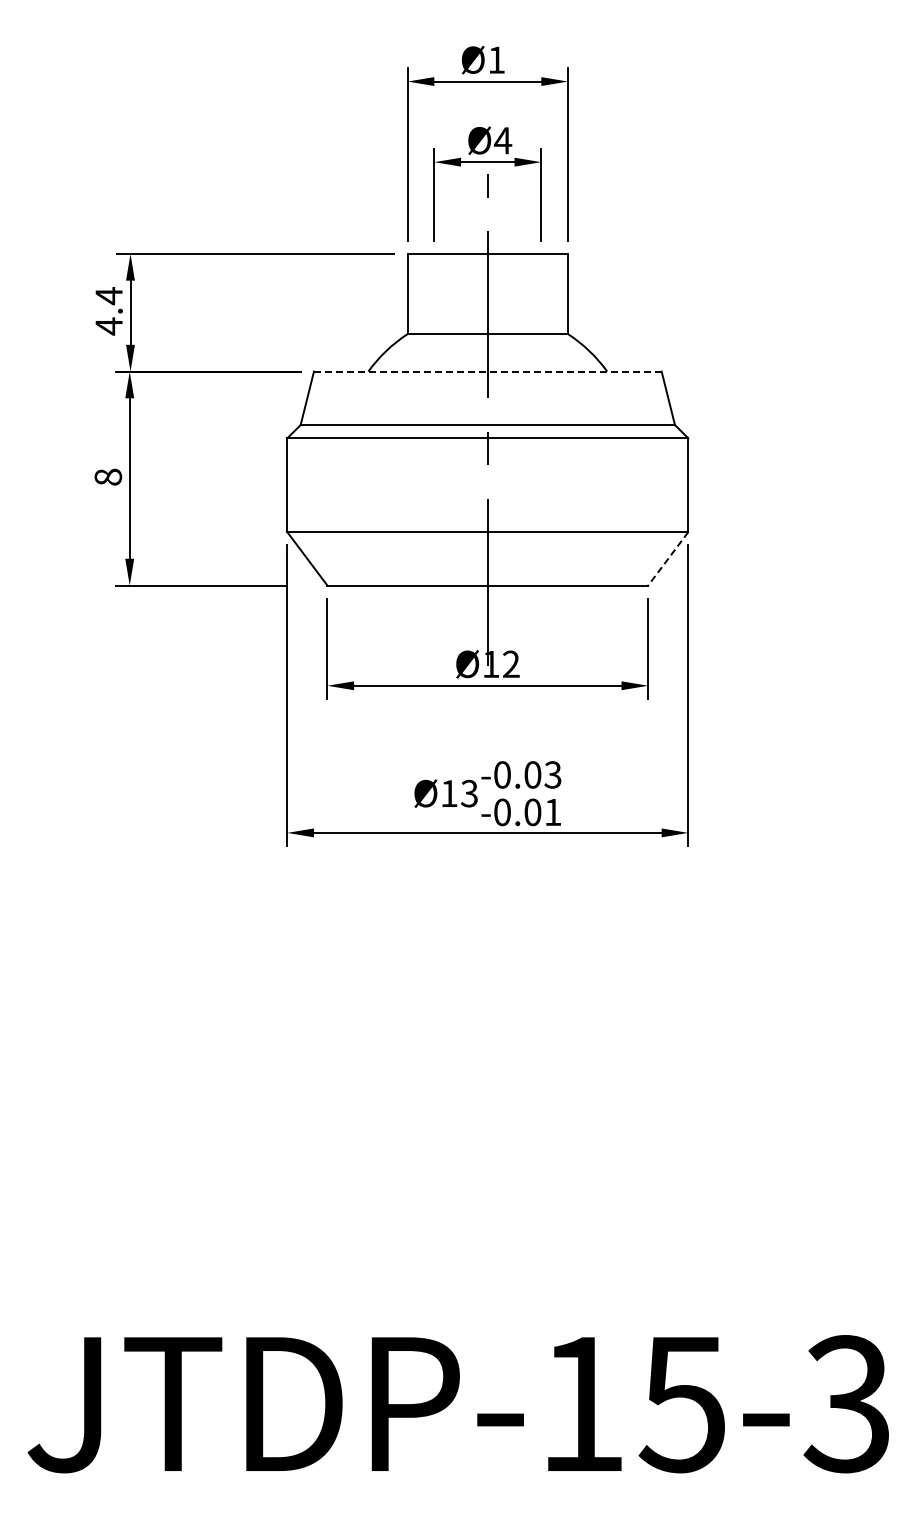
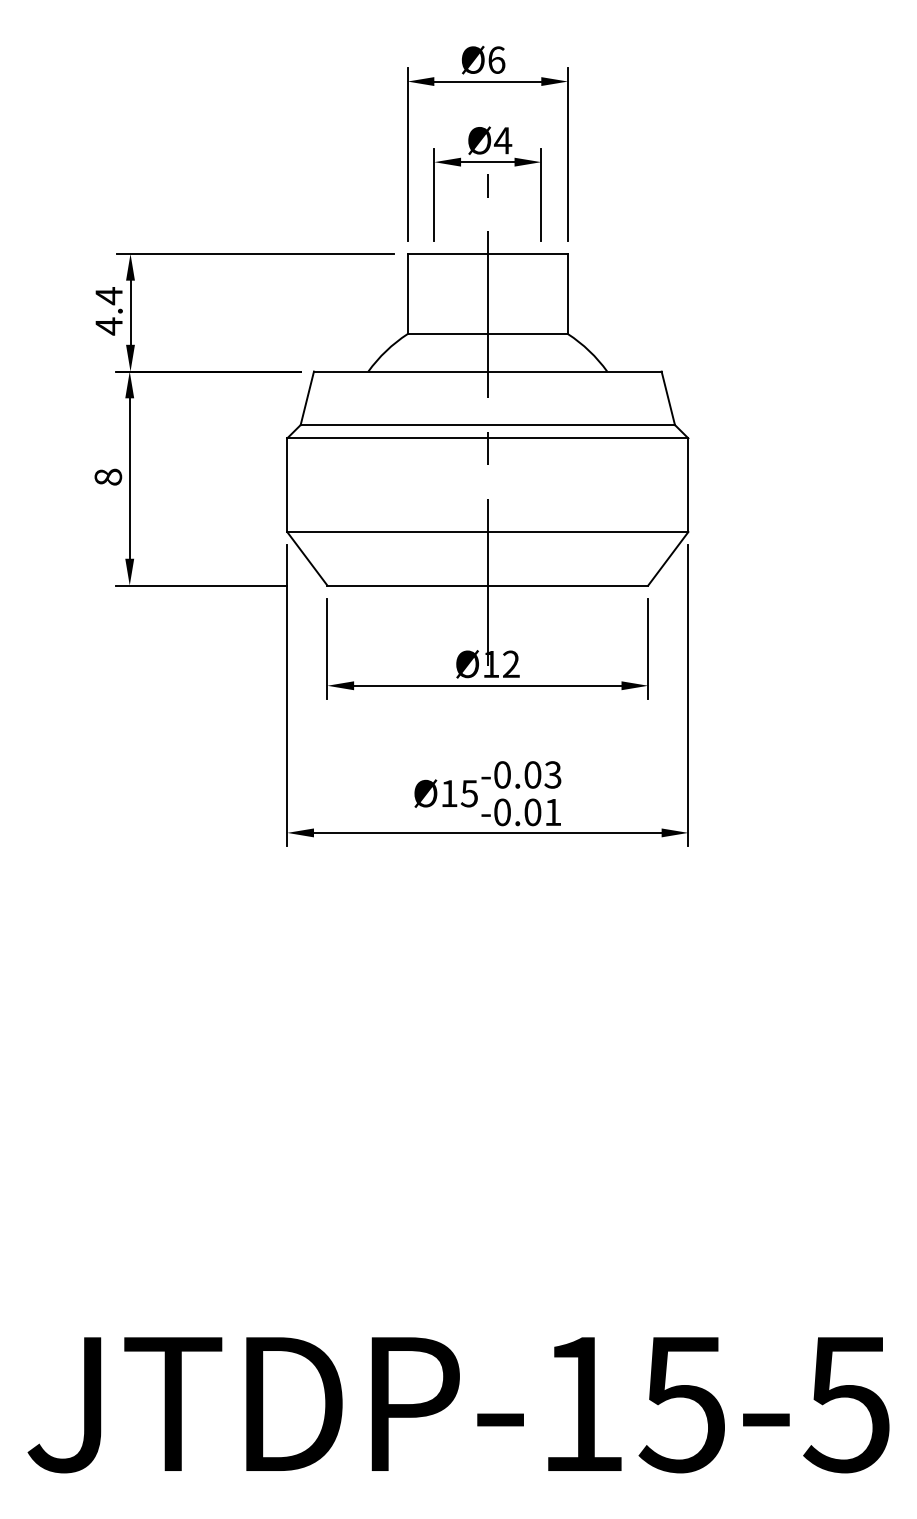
text at (496, 59): Ø1 -> Ø6
line at (487, 371): dashed -> solid
line at (668, 559): dashed -> solid
text at (469, 792): Ø13 -> Ø15
text at (846, 1404): JTDP-15-3 -> JTDP-15-5
